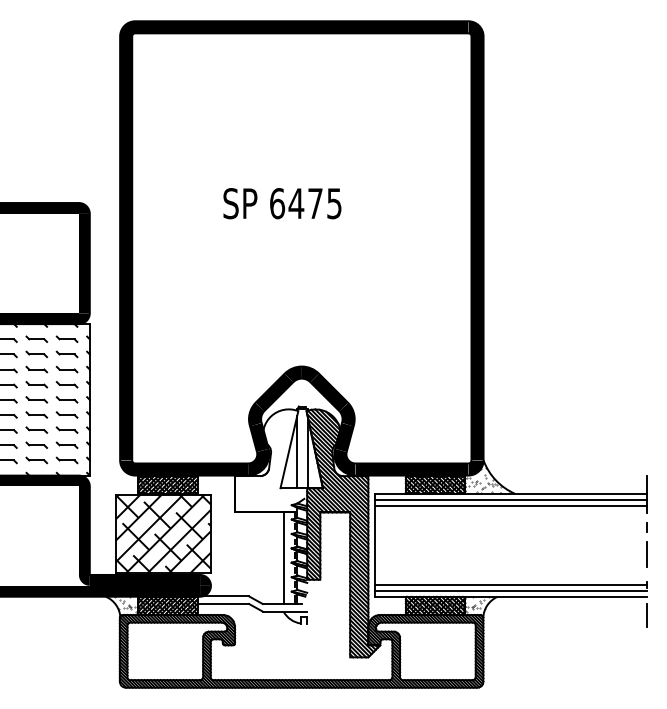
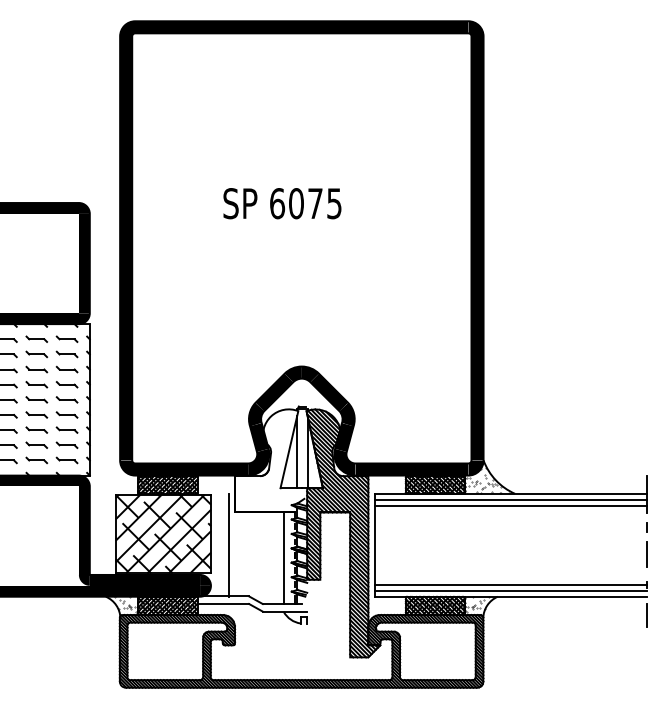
text at (296, 203): 6475 -> 6075
line at (229, 544): none -> present
